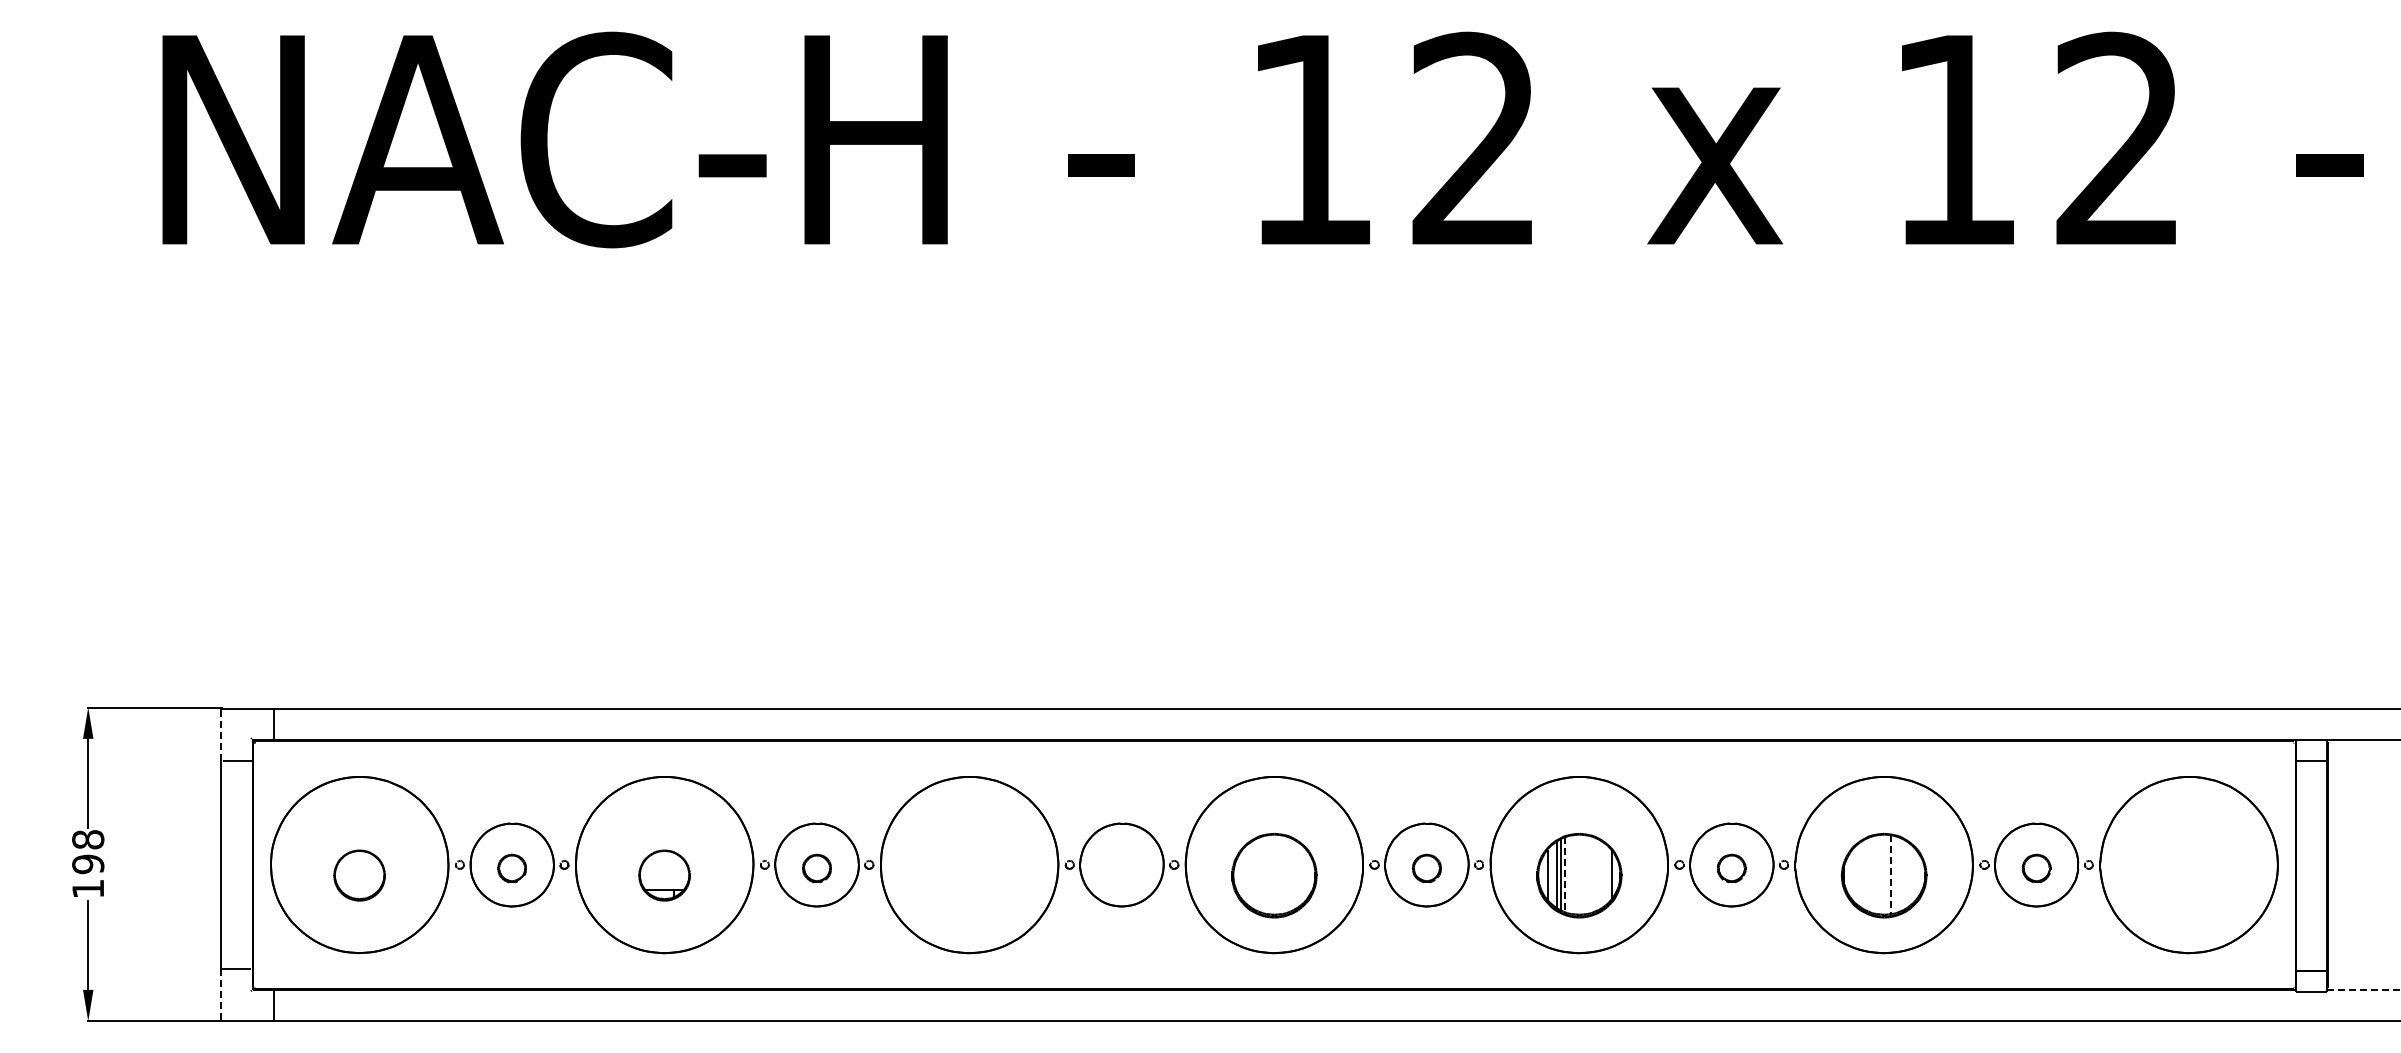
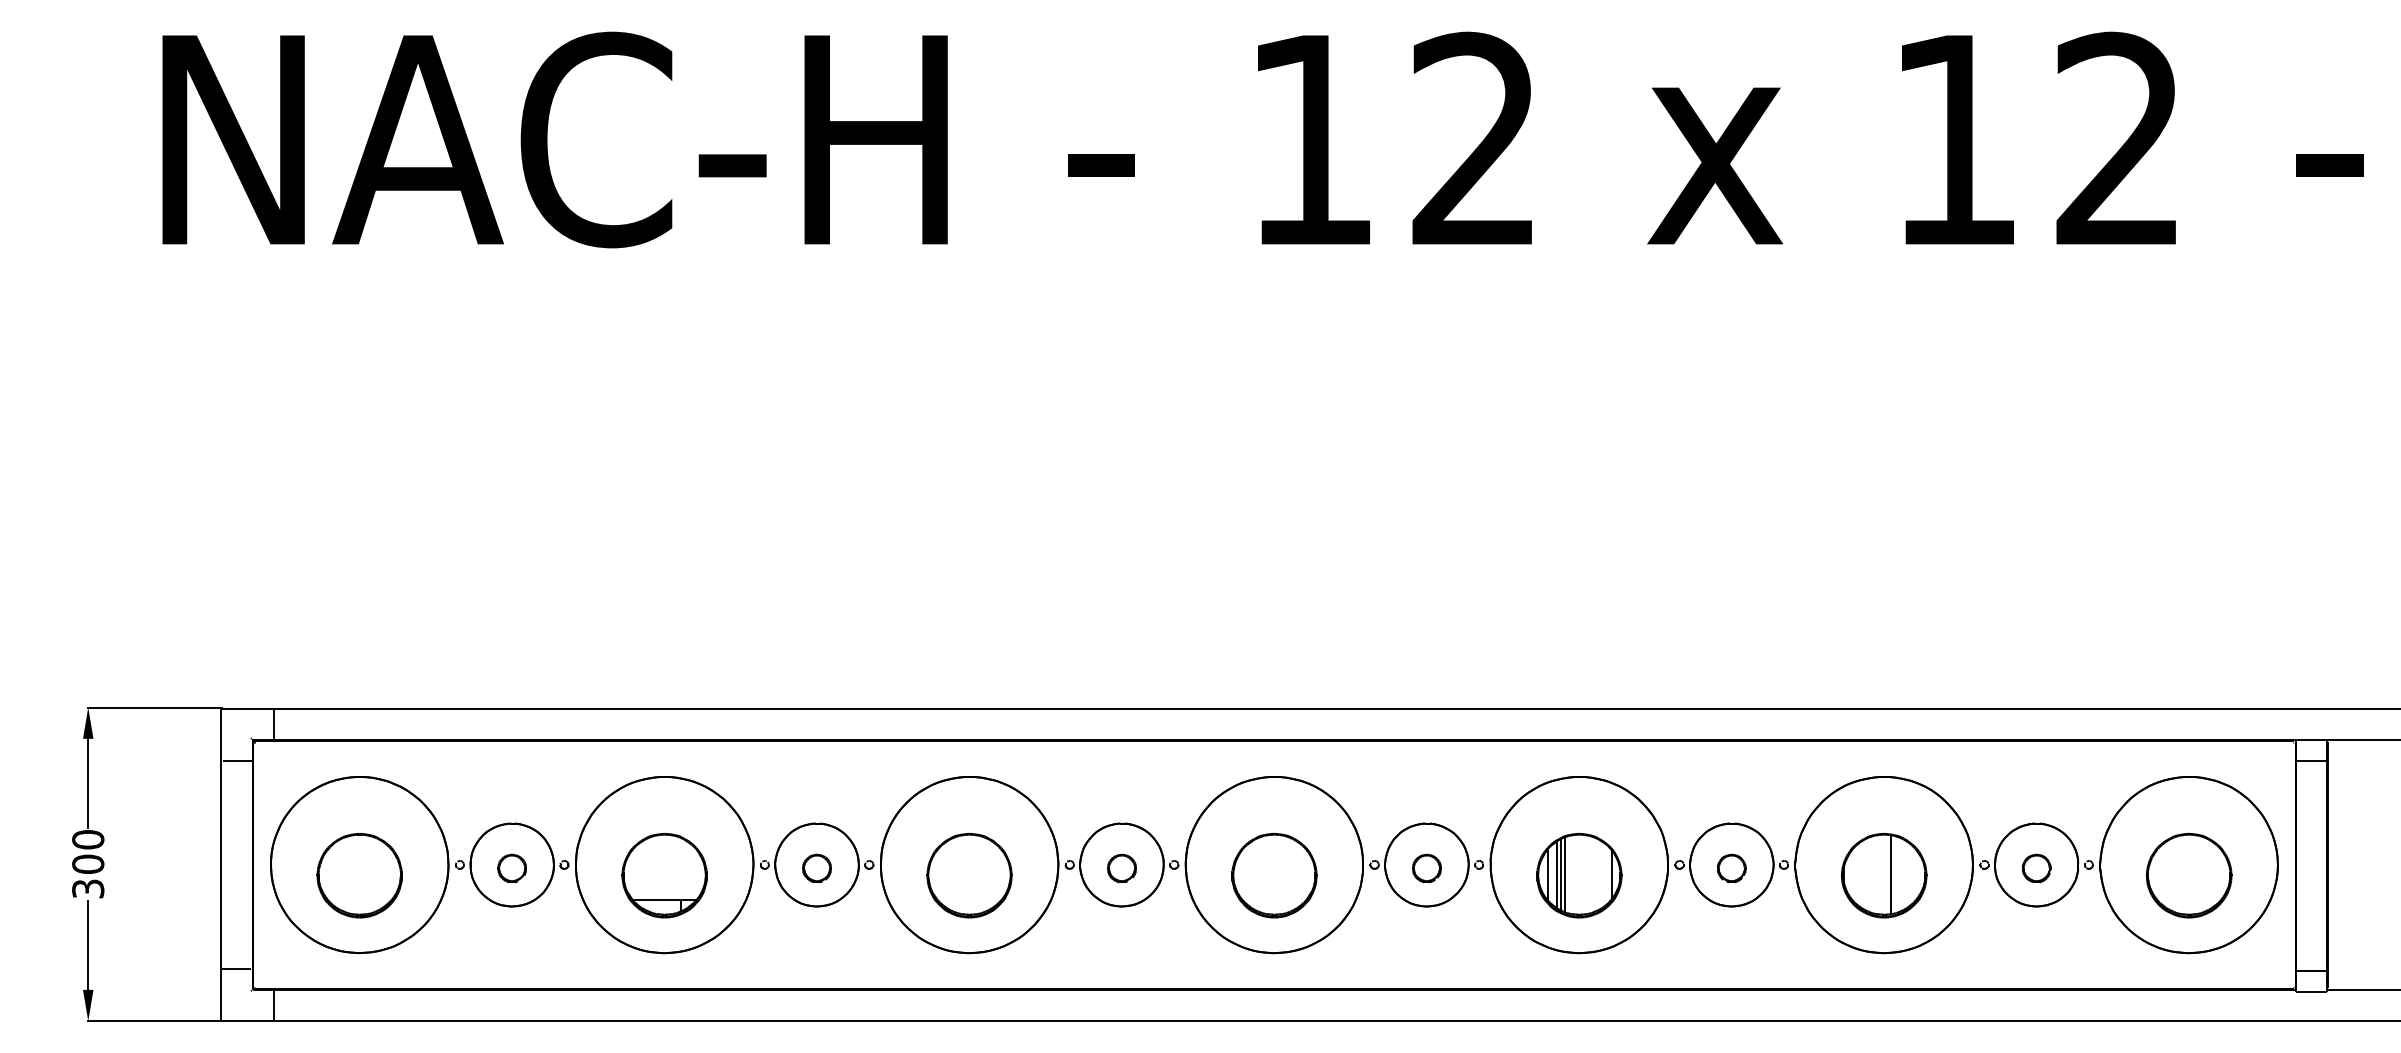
line at (221, 735): dashed -> solid
text at (88, 864): 198 -> 300
part at (1121, 868): none -> present
line at (1565, 874): dashed -> solid
part at (359, 875) size: 53x53 px -> 87x87 px
part at (664, 875) size: 53x53 px -> 87x87 px
part at (969, 875): none -> present
line at (1890, 875): dashed -> solid
part at (2188, 875): none -> present
line at (2364, 990): dashed -> solid
line at (221, 994): dashed -> solid
